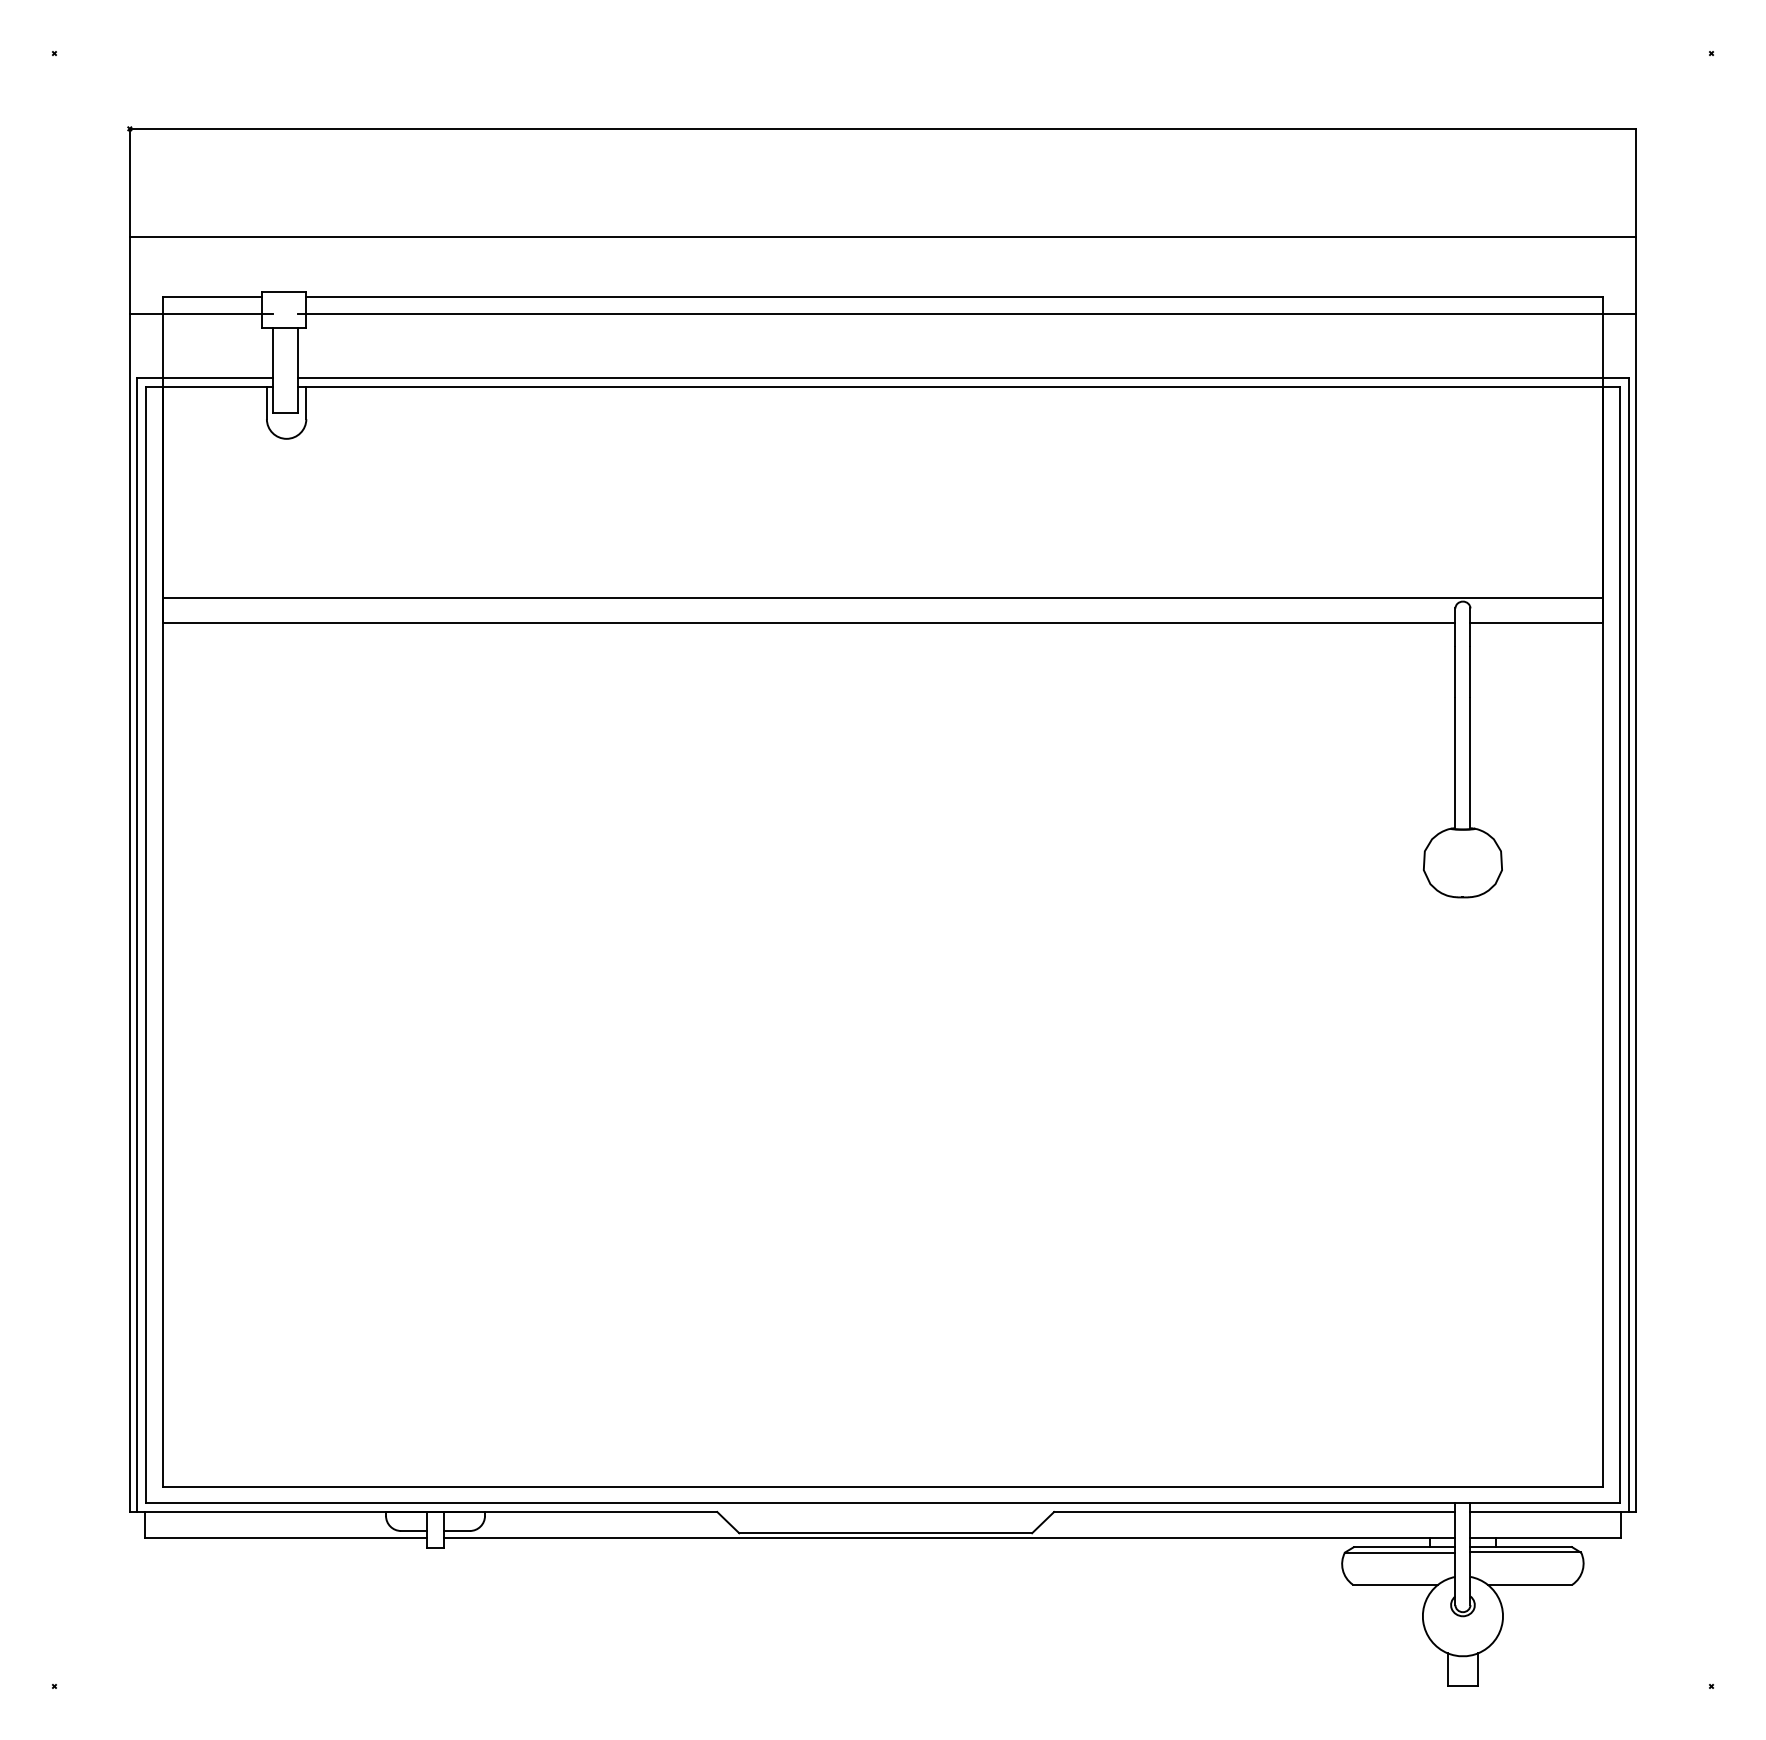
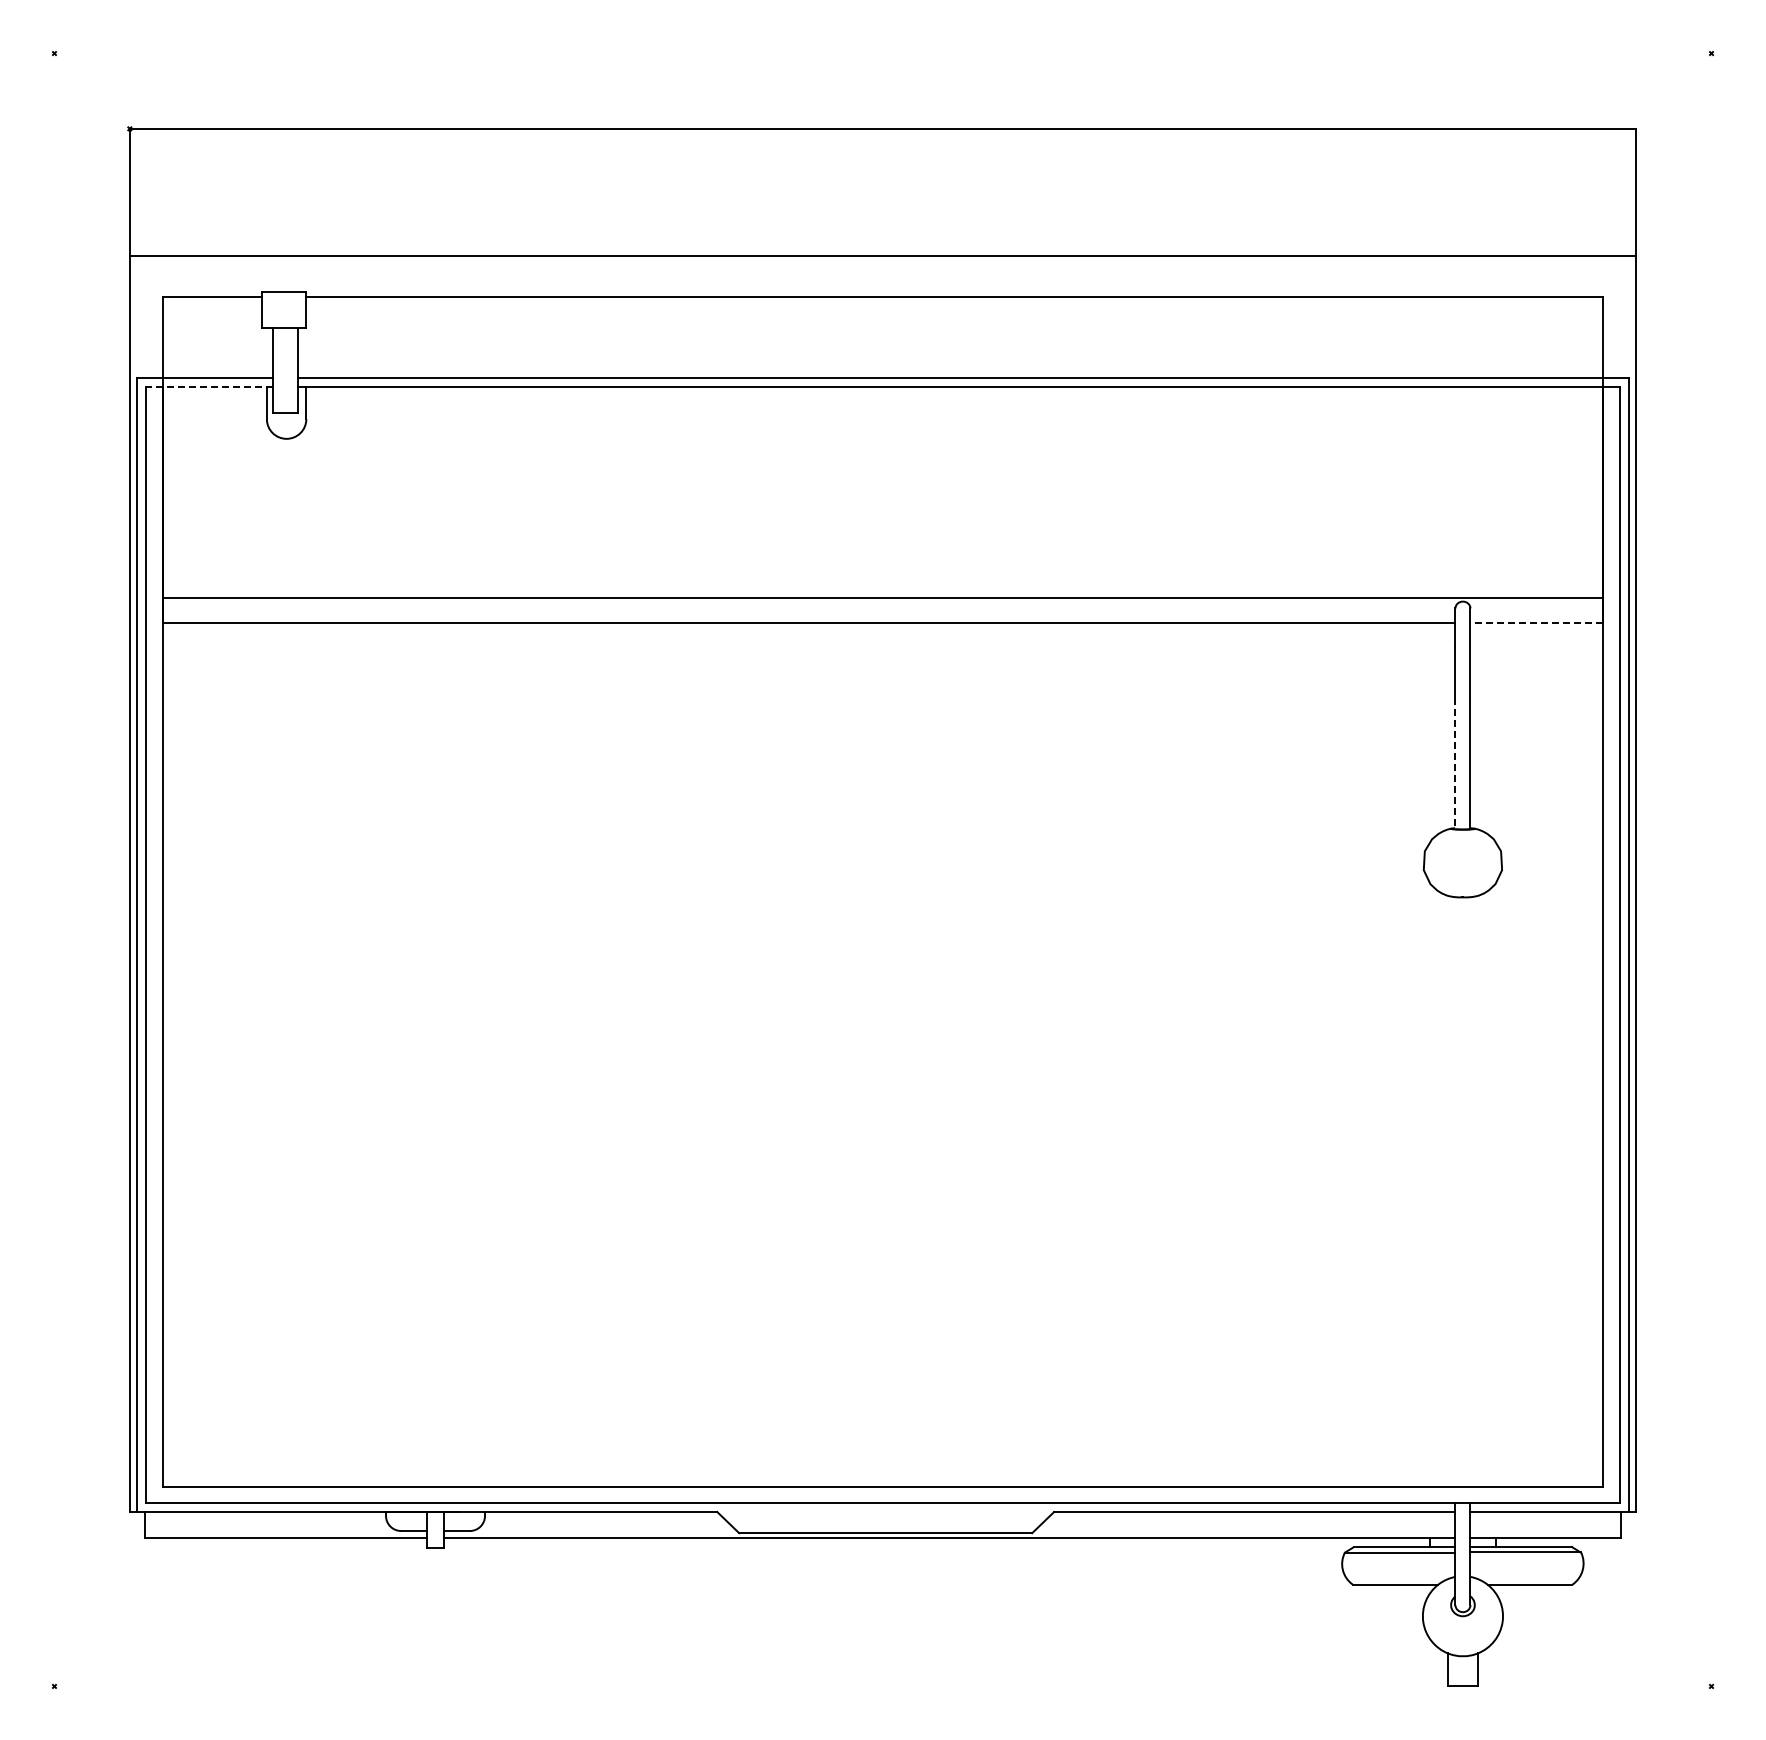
line at (882, 236) position: (882, 236) -> (882, 255)
line at (201, 313): present -> none
line at (966, 313): present -> none
line at (209, 387): solid -> dashed
line at (1536, 622): solid -> dashed
line at (1455, 764): solid -> dashed
